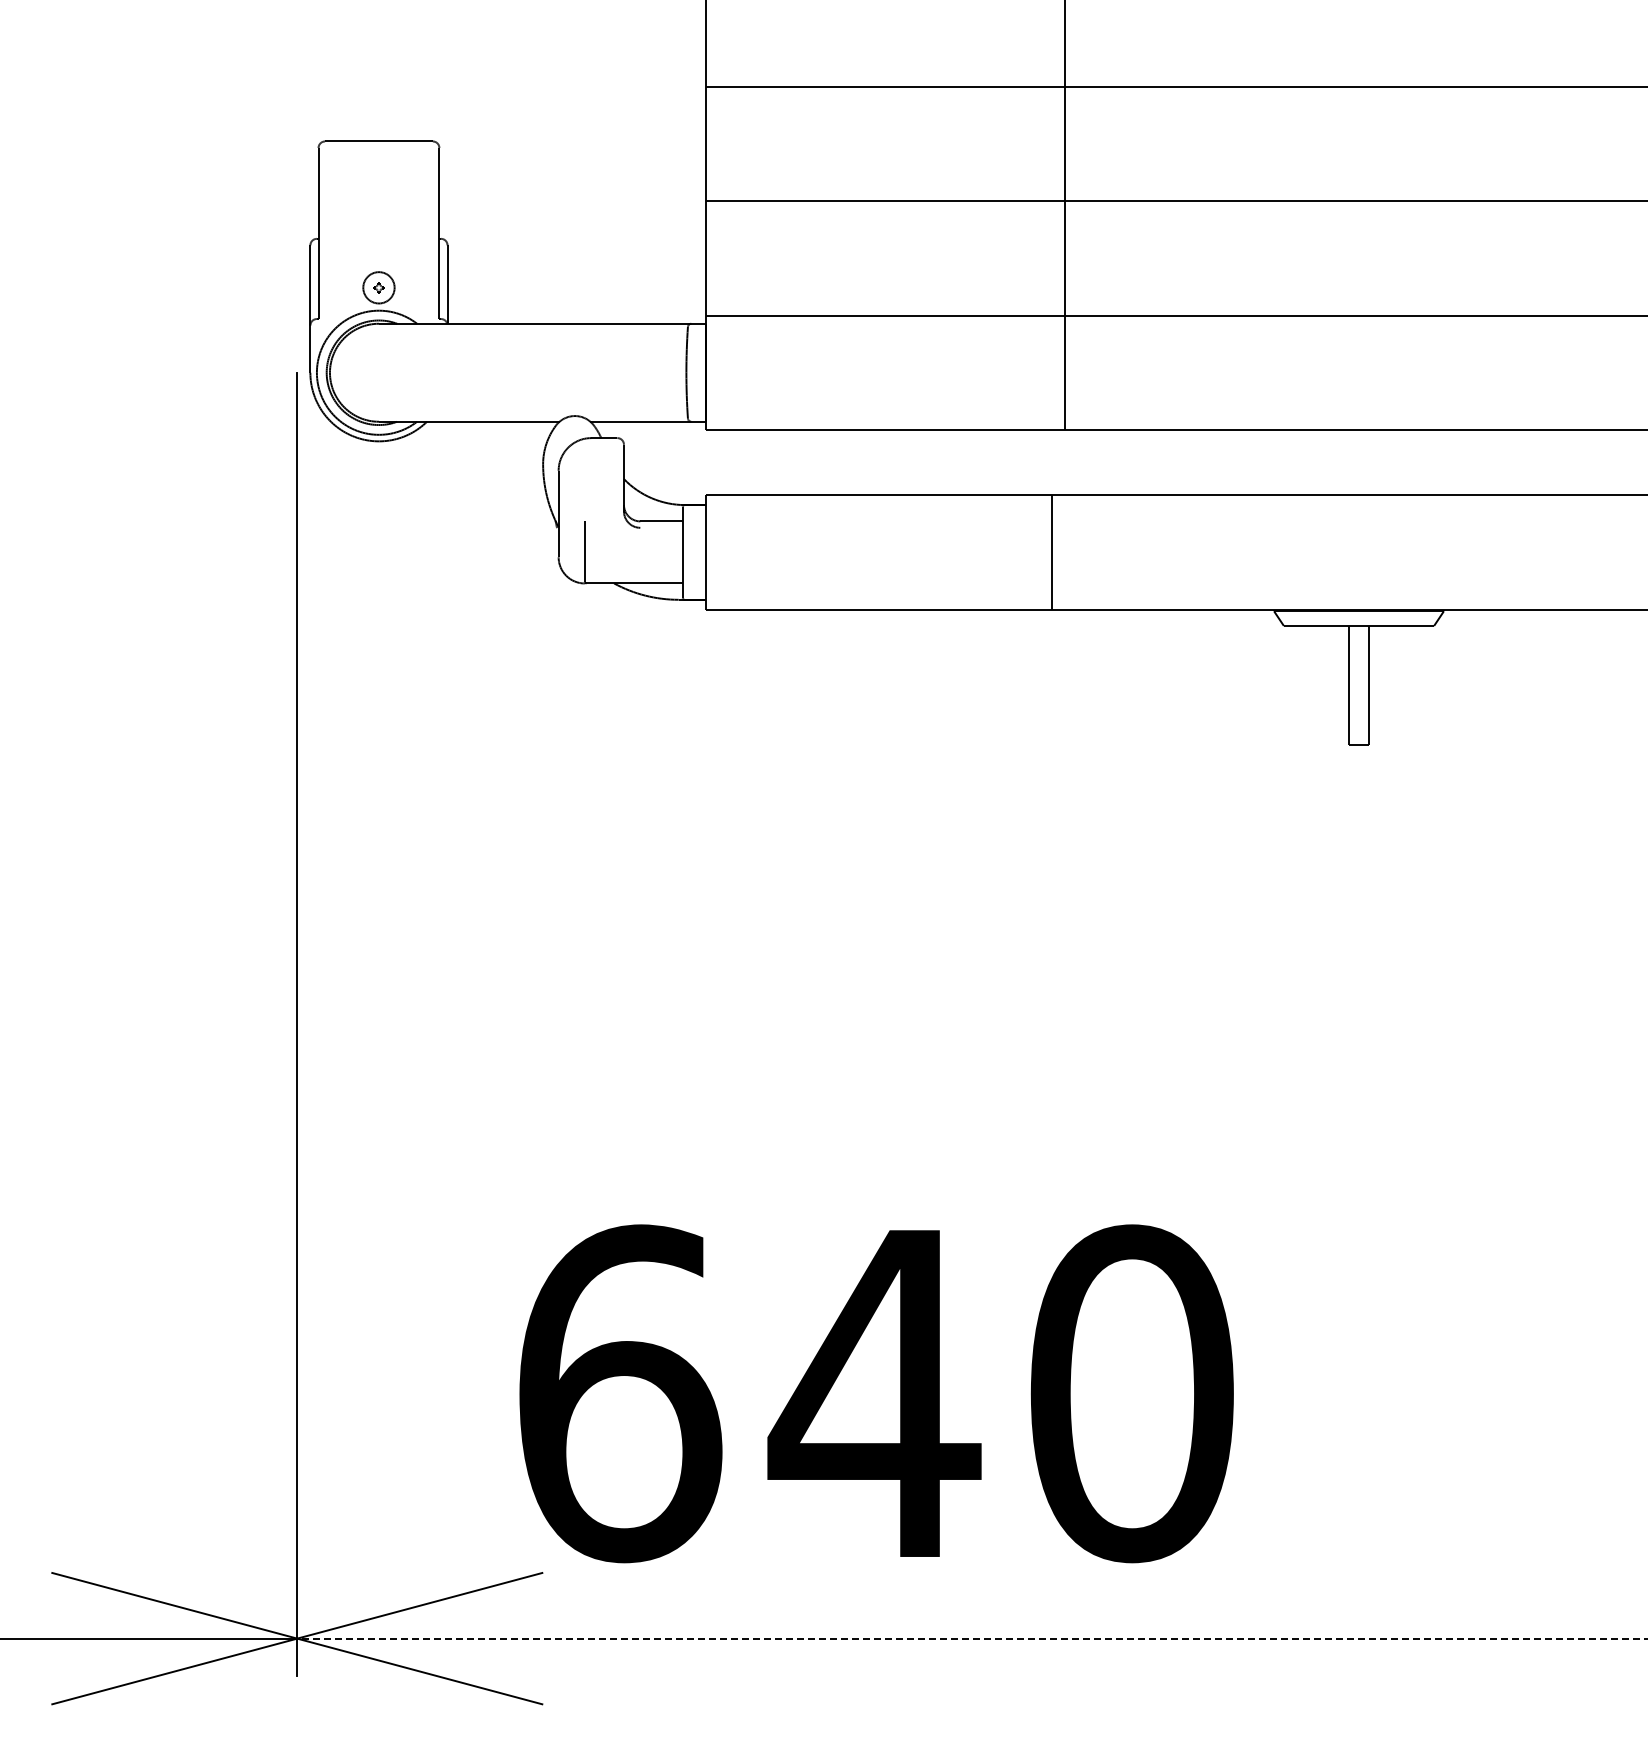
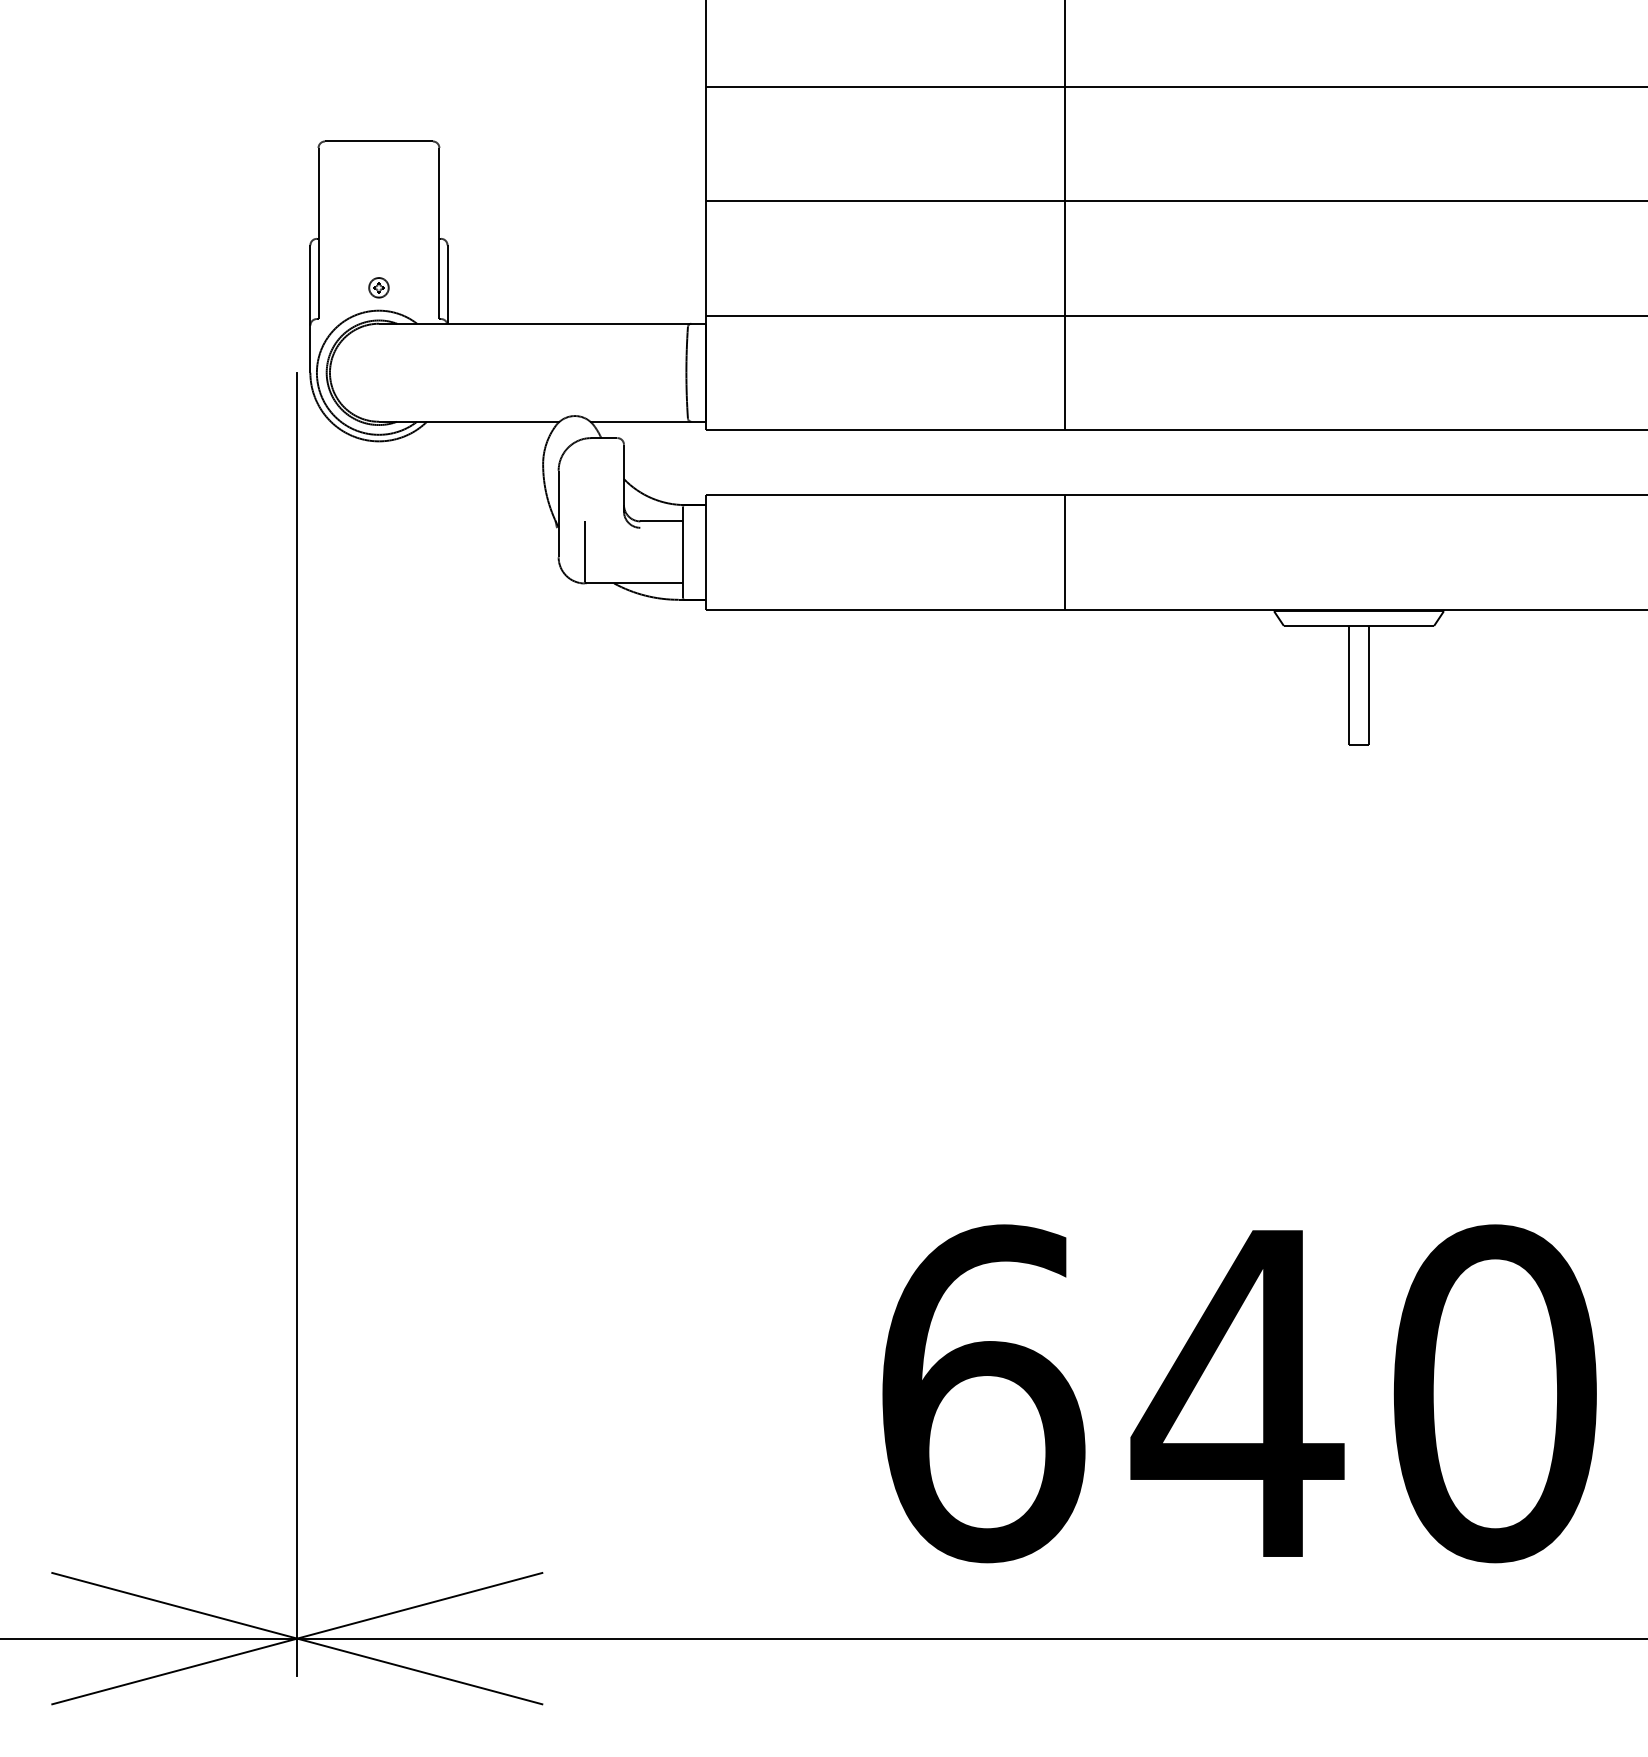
circle at (378, 287) diameter: 31 px -> 20 px
line at (1051, 552) position: (1051, 552) -> (1064, 552)
text at (876, 1393) position: (876, 1393) -> (1239, 1393)
line at (972, 1638): dashed -> solid
